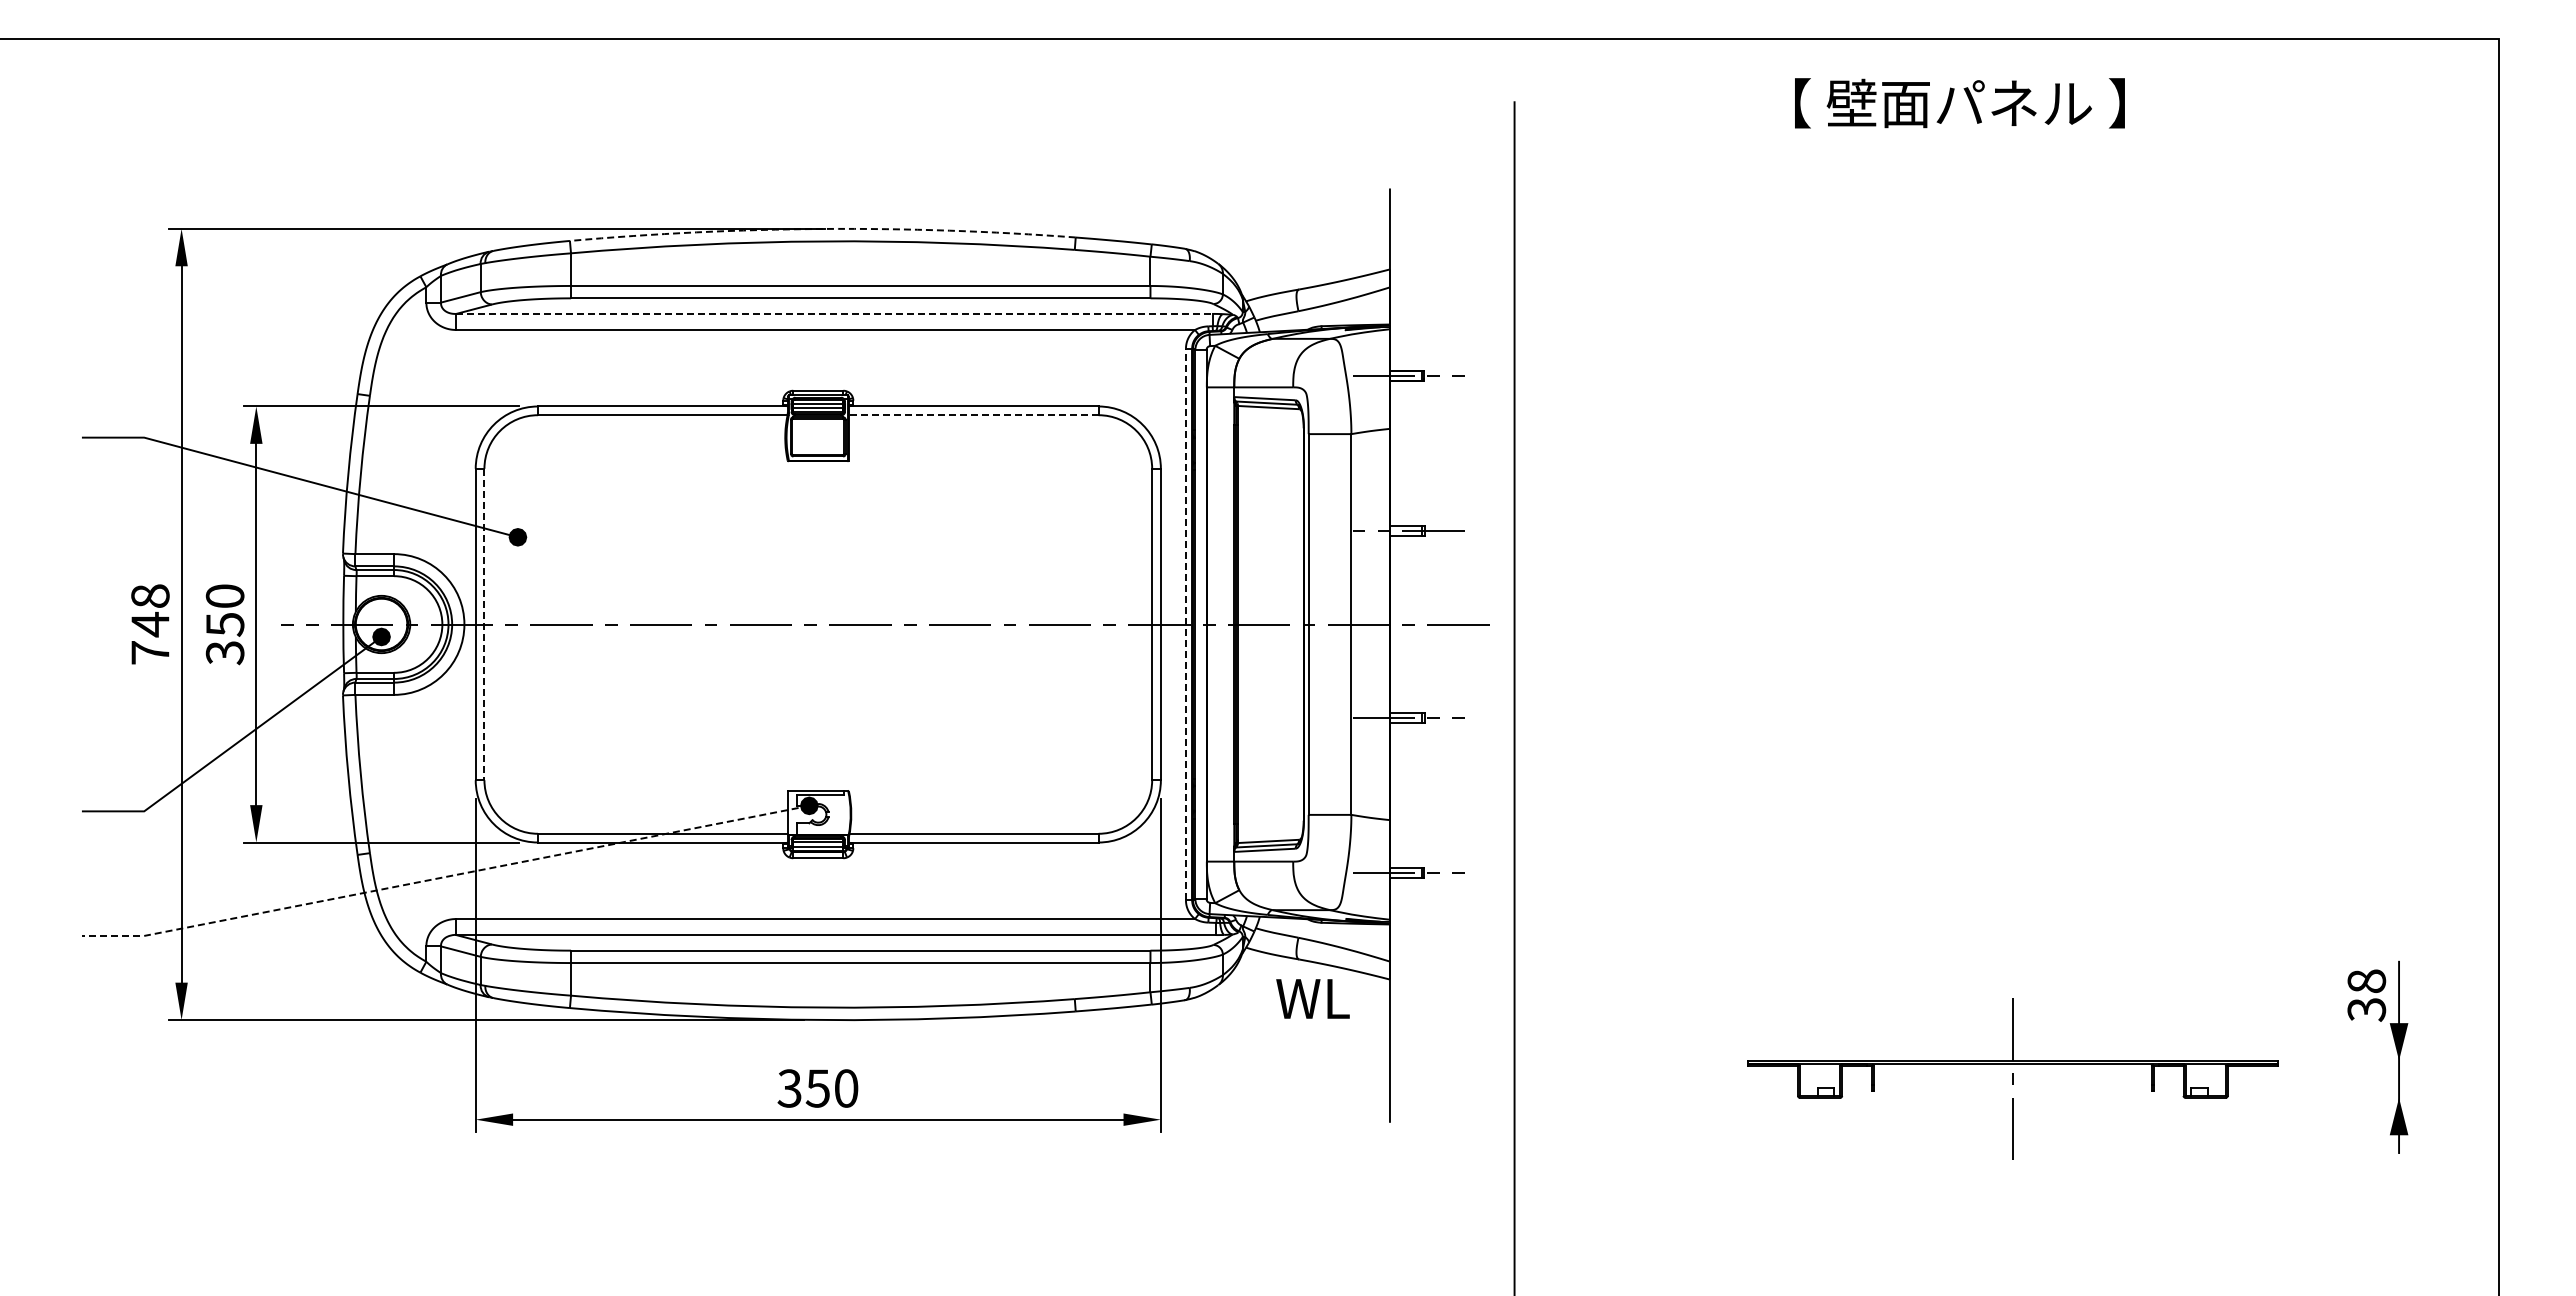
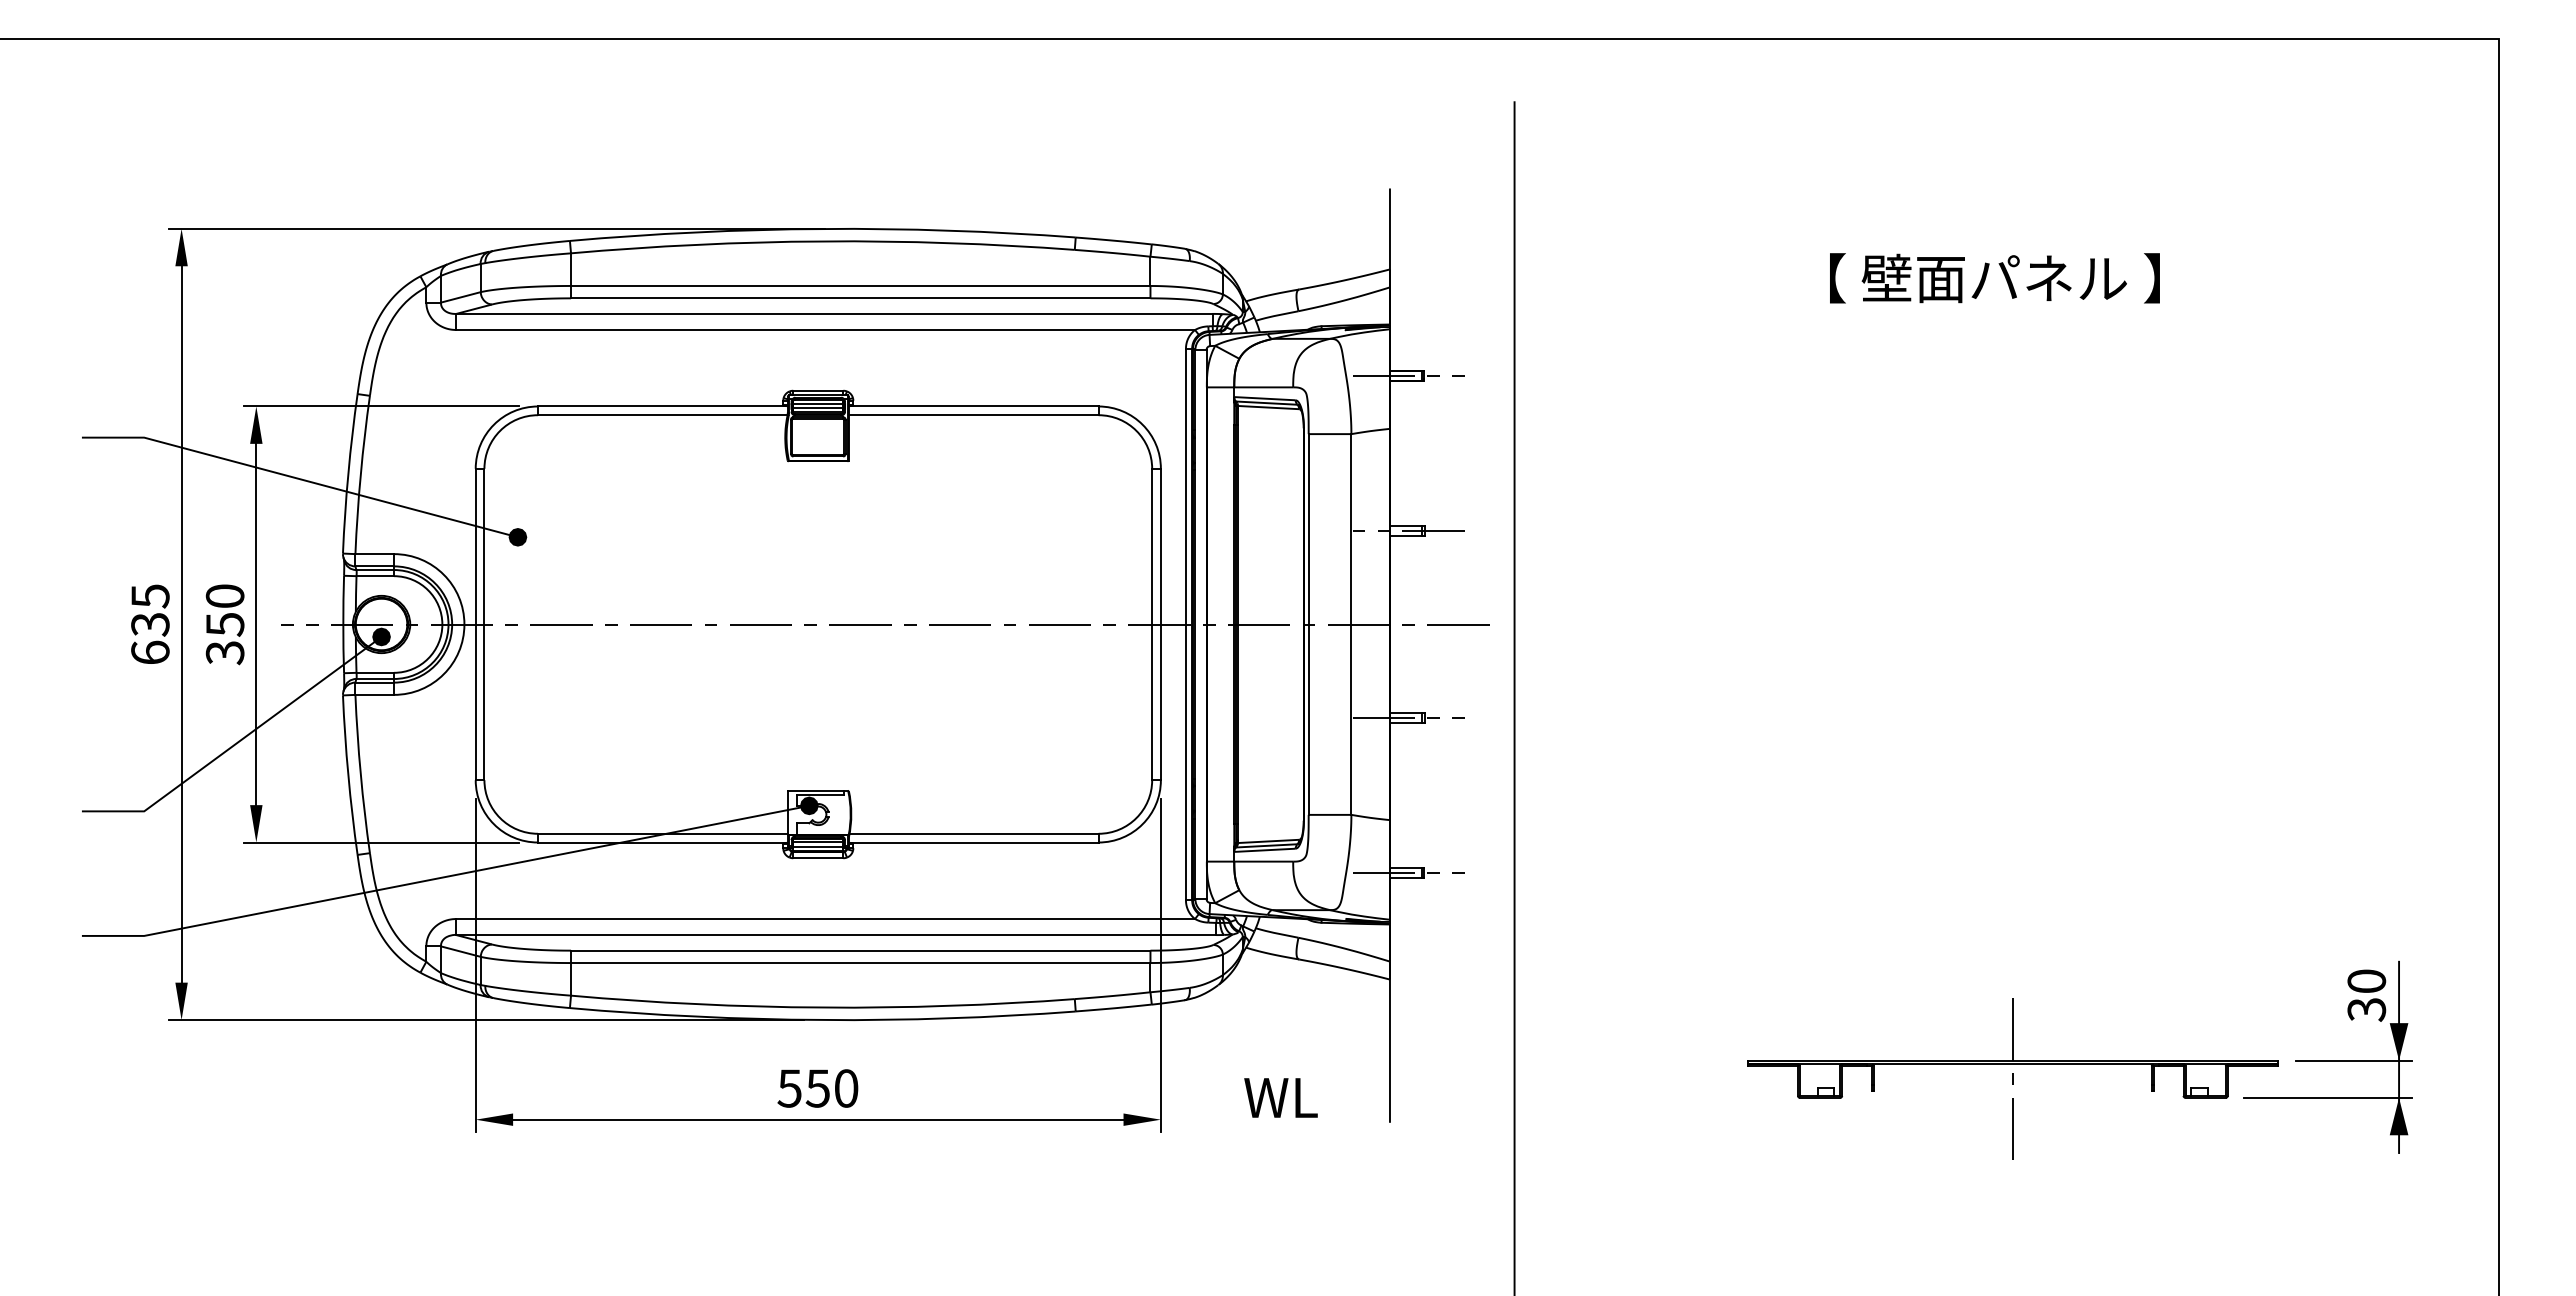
text at (1959, 103) position: (1959, 103) -> (1994, 278)
arc at (822, 228): dashed -> solid
line at (835, 313): dashed -> solid
line at (973, 415): dashed -> solid
text at (150, 624): 748 -> 635
line at (484, 624): dashed -> solid
line at (1185, 624): dashed -> solid
line at (445, 877): dashed -> solid
text at (2366, 981): 38 -> 30
text at (1312, 998) position: (1312, 998) -> (1280, 1097)
line at (2353, 1060): none -> present
text at (789, 1088): 350 -> 550
line at (2327, 1097): none -> present
